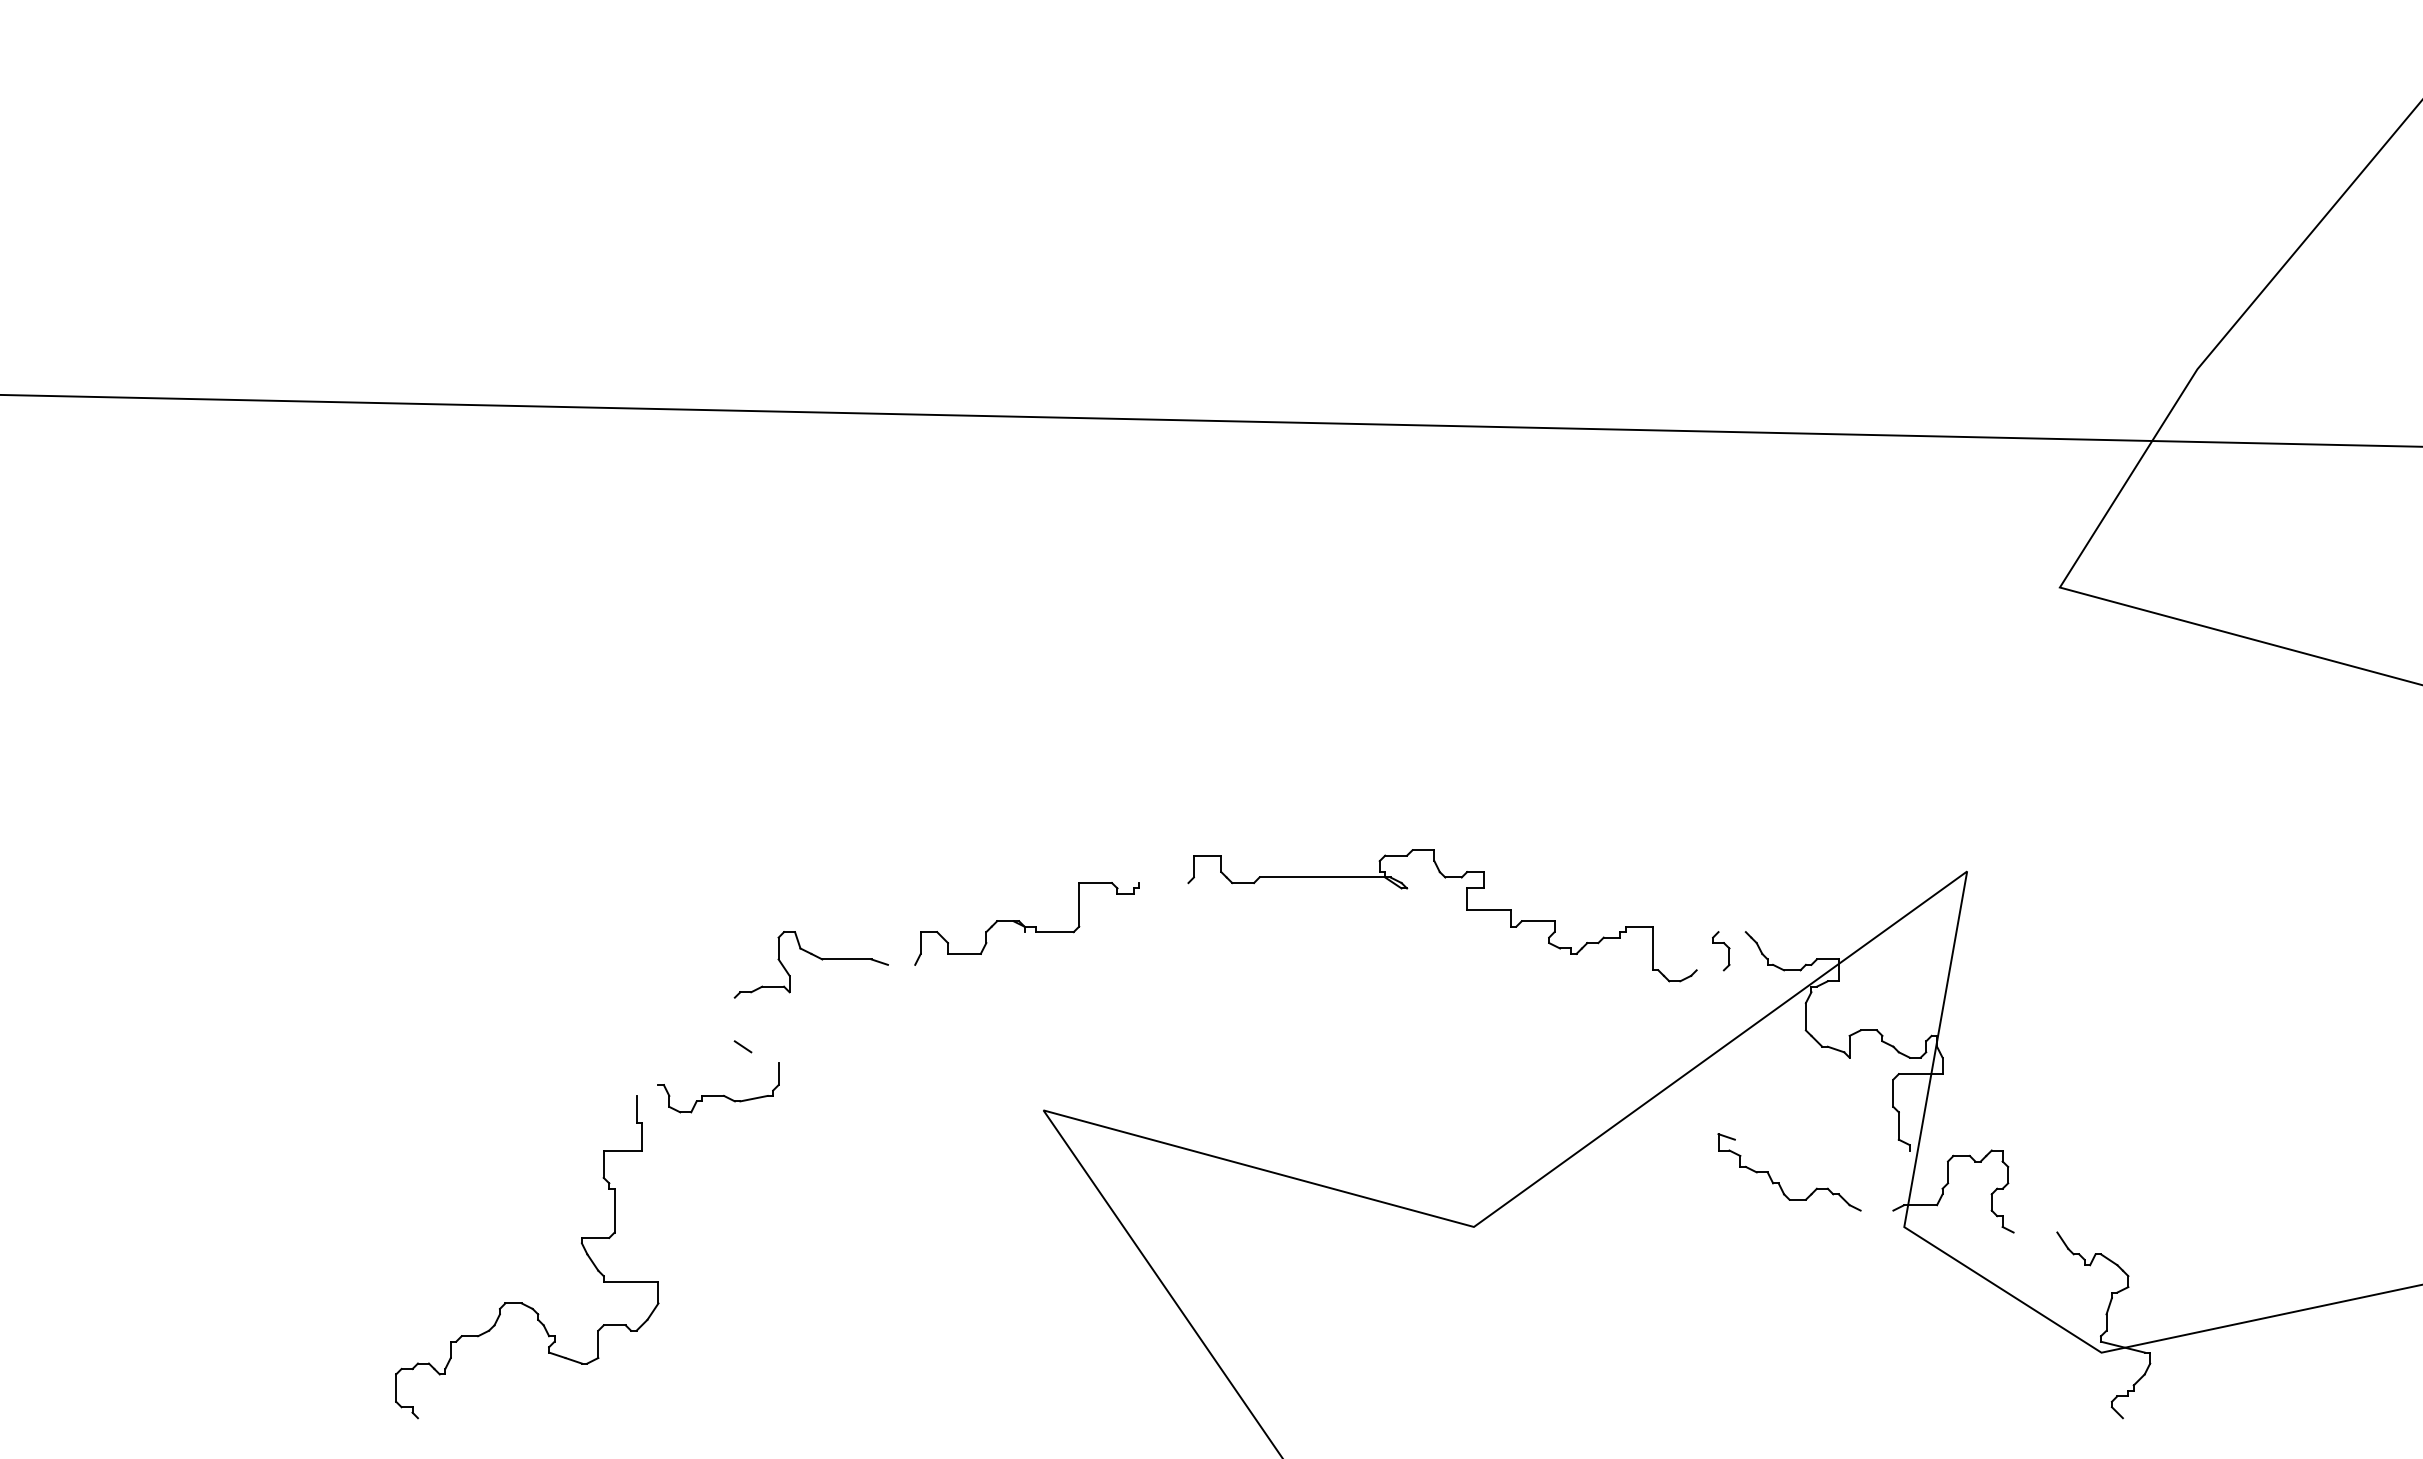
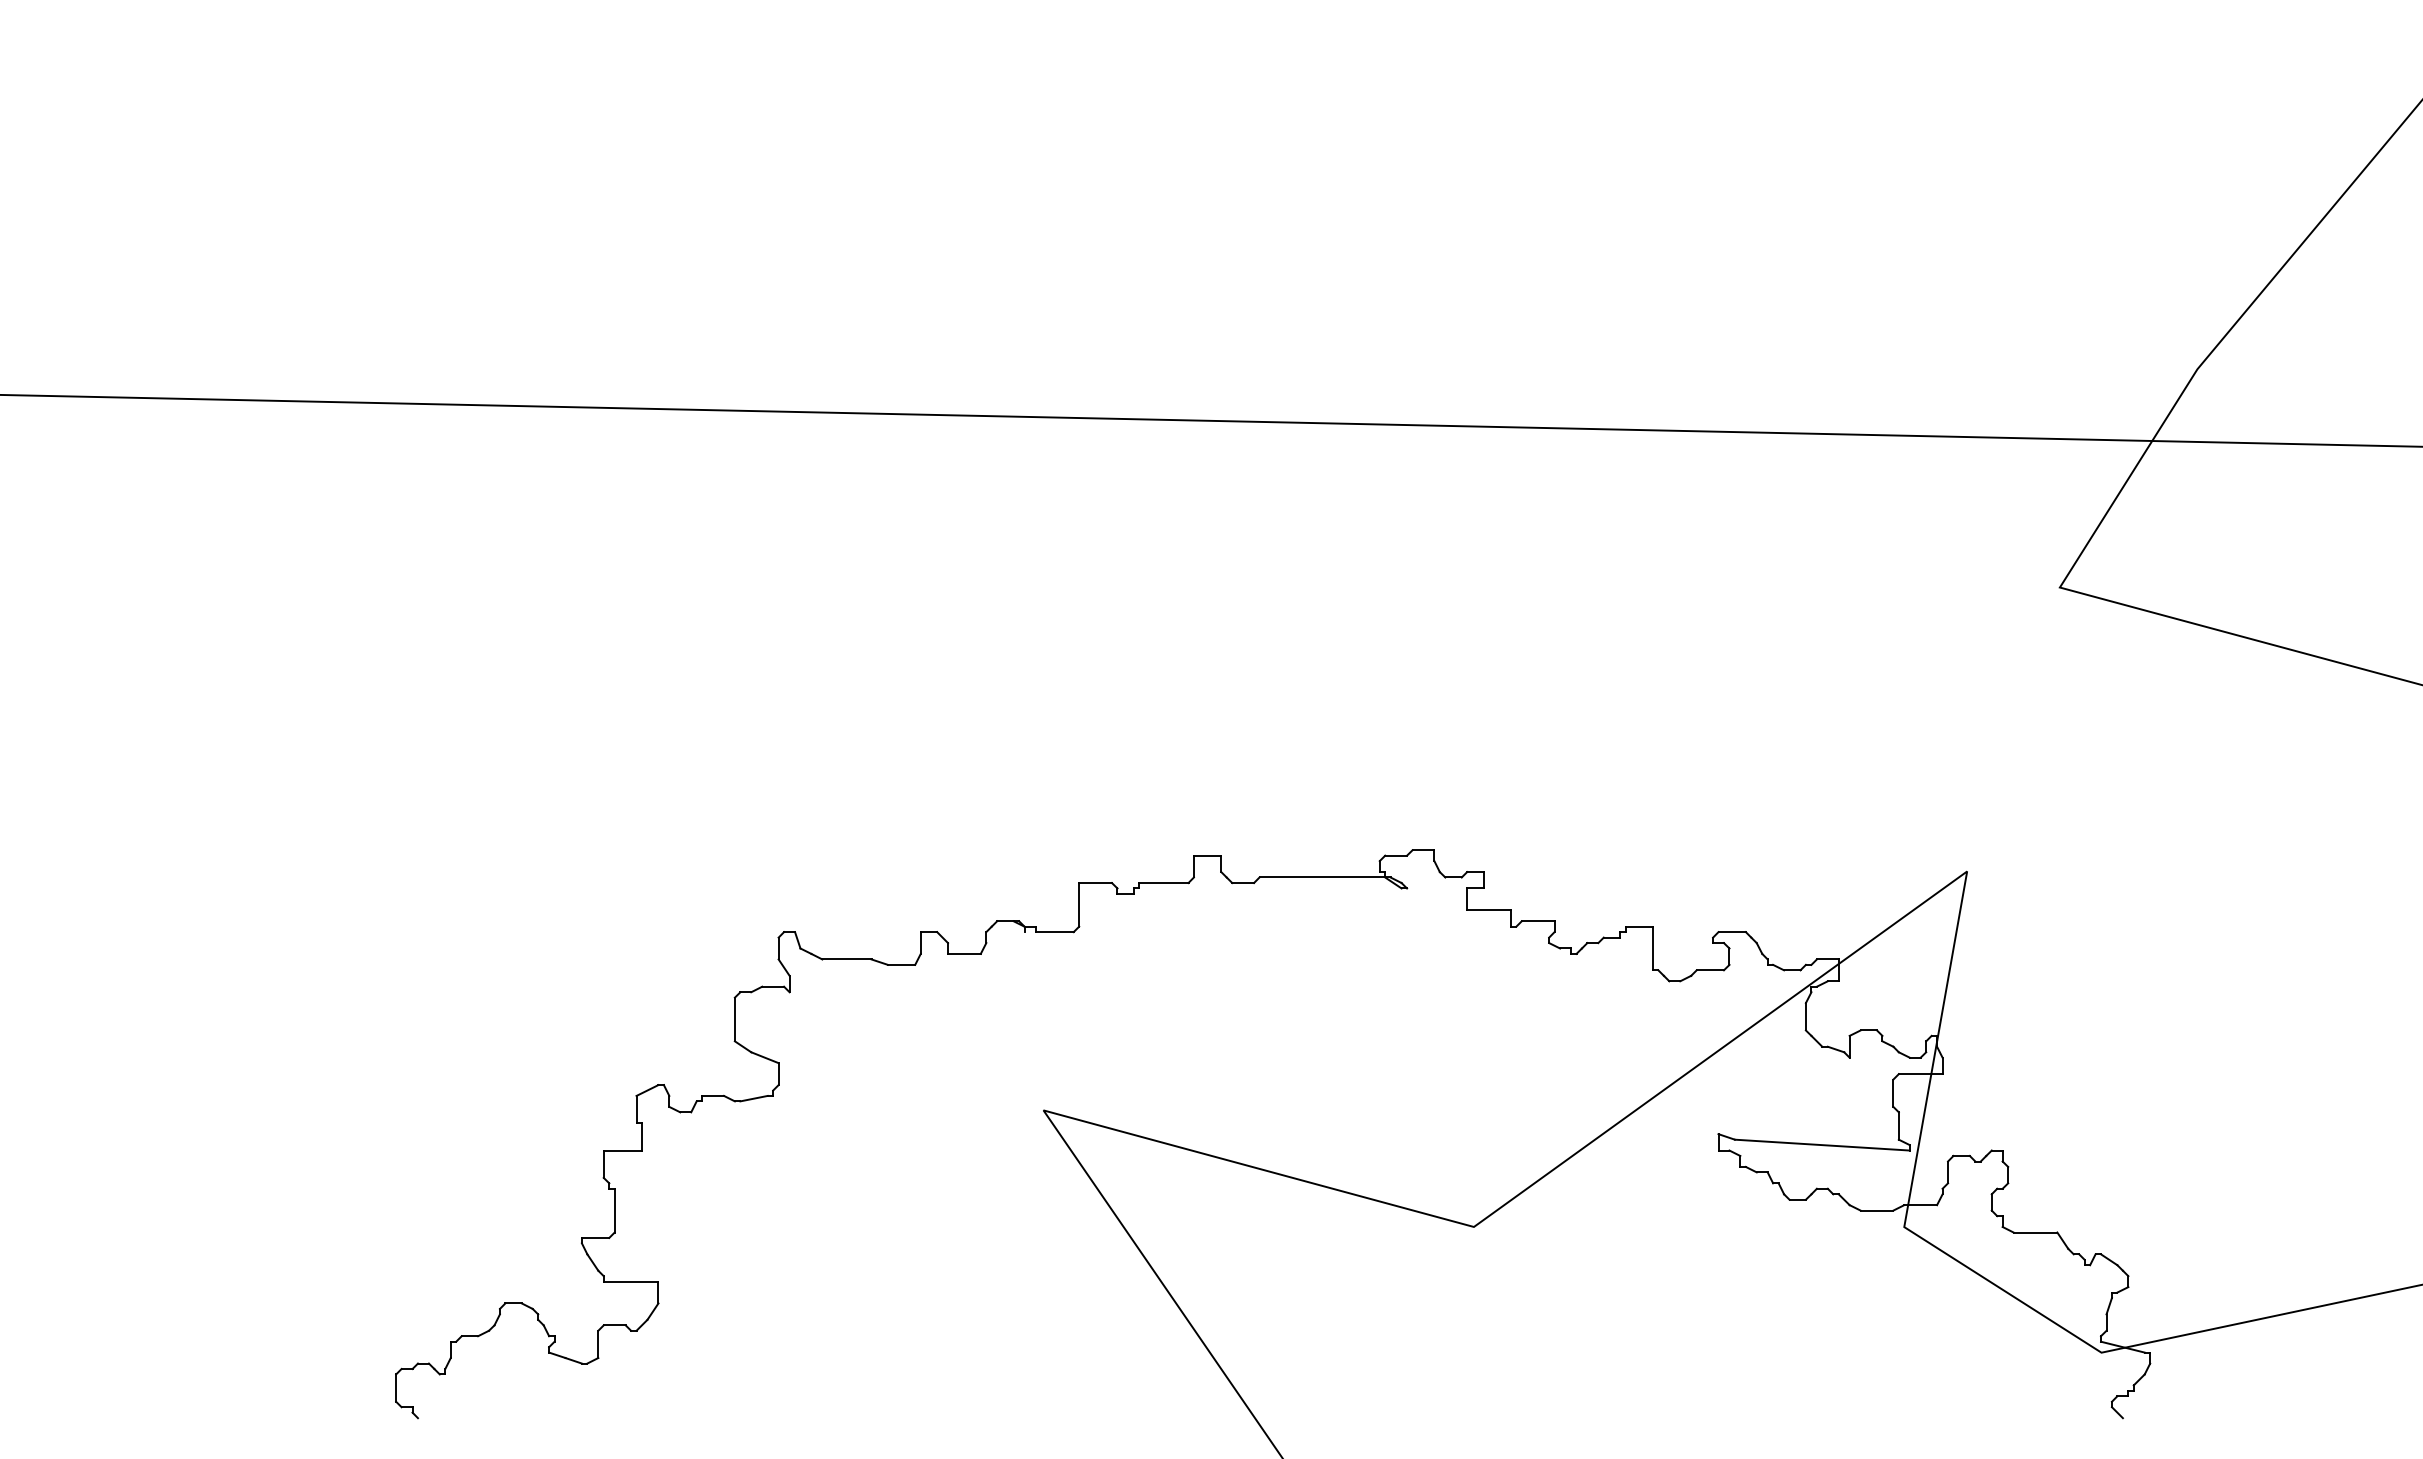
line at (1163, 883): none -> present
line at (1731, 932): none -> present
line at (901, 964): none -> present
line at (1709, 970): none -> present
line at (734, 1019): none -> present
line at (764, 1057): none -> present
line at (647, 1090): none -> present
line at (1821, 1144): none -> present
line at (1876, 1210): none -> present
line at (2035, 1232): none -> present
